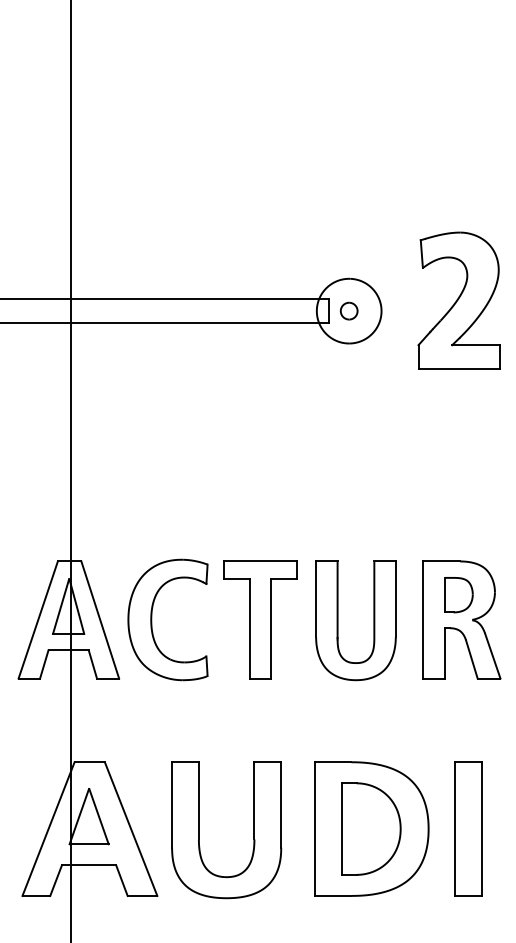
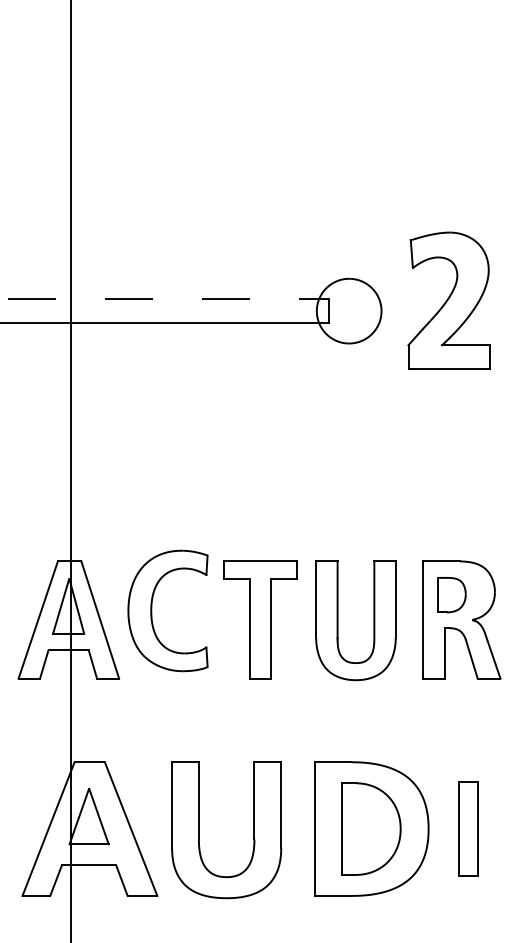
line at (165, 299): solid -> dashed
part at (458, 300) position: (458, 300) -> (448, 300)
part at (348, 310): present -> none
part at (458, 595) position: (458, 595) -> (451, 595)
part at (152, 619) position: (152, 619) -> (152, 610)
part at (468, 828) size: 29x136 px -> 21x96 px
